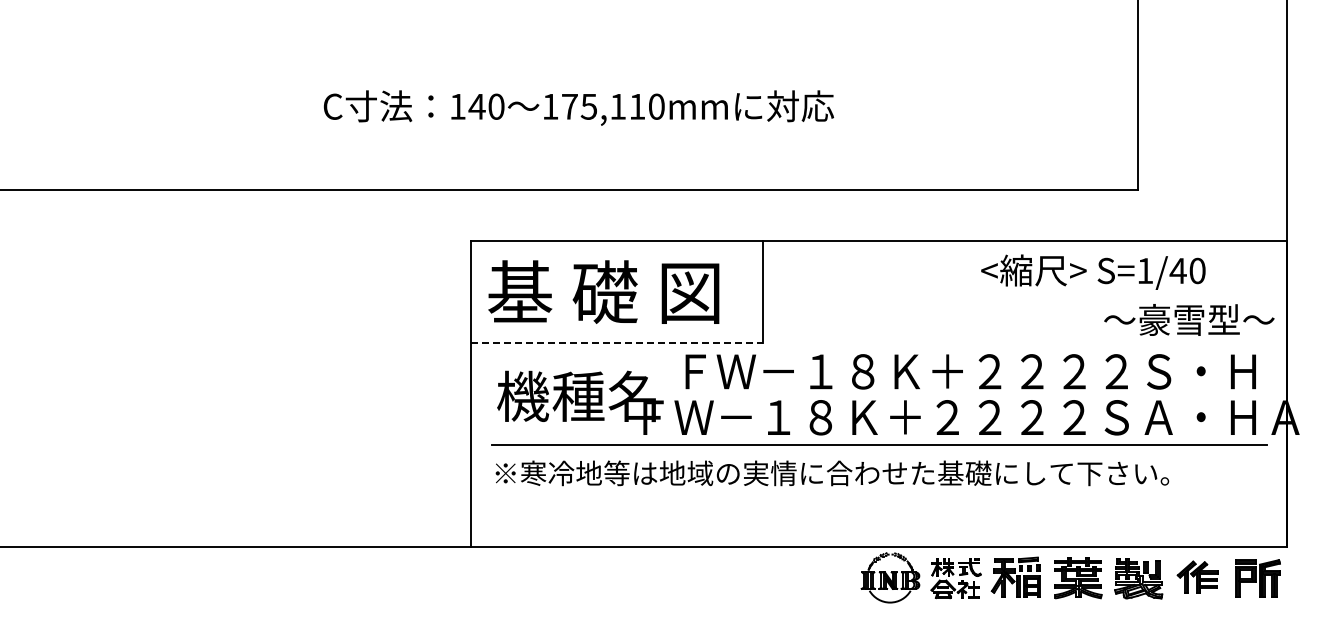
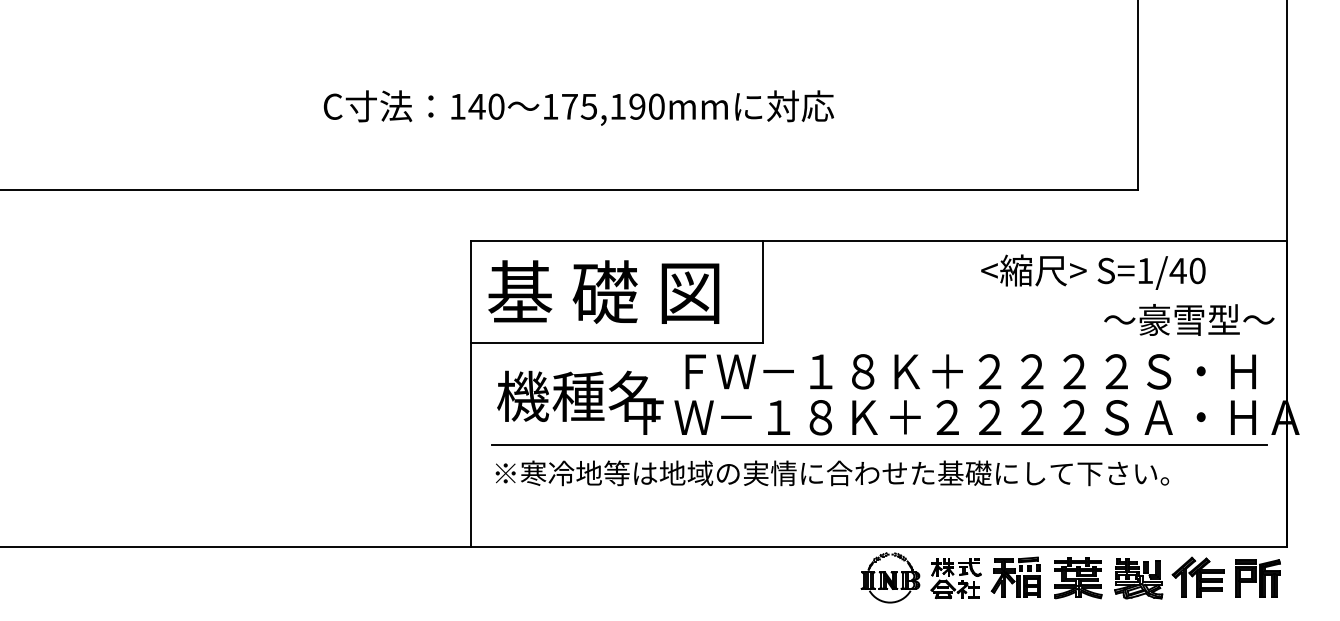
text at (637, 106): 175,110mm -> 175,190mm
line at (617, 342): dashed -> solid
part at (1197, 576) size: 43x34 px -> 54x42 px
